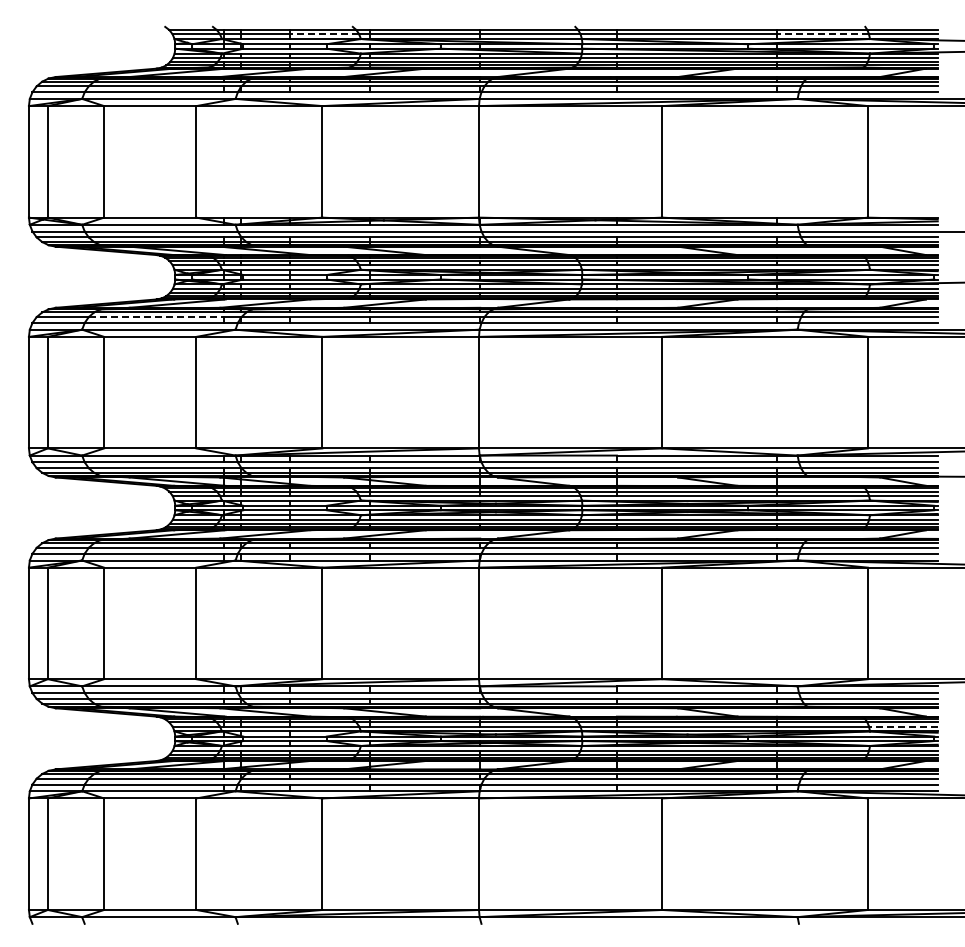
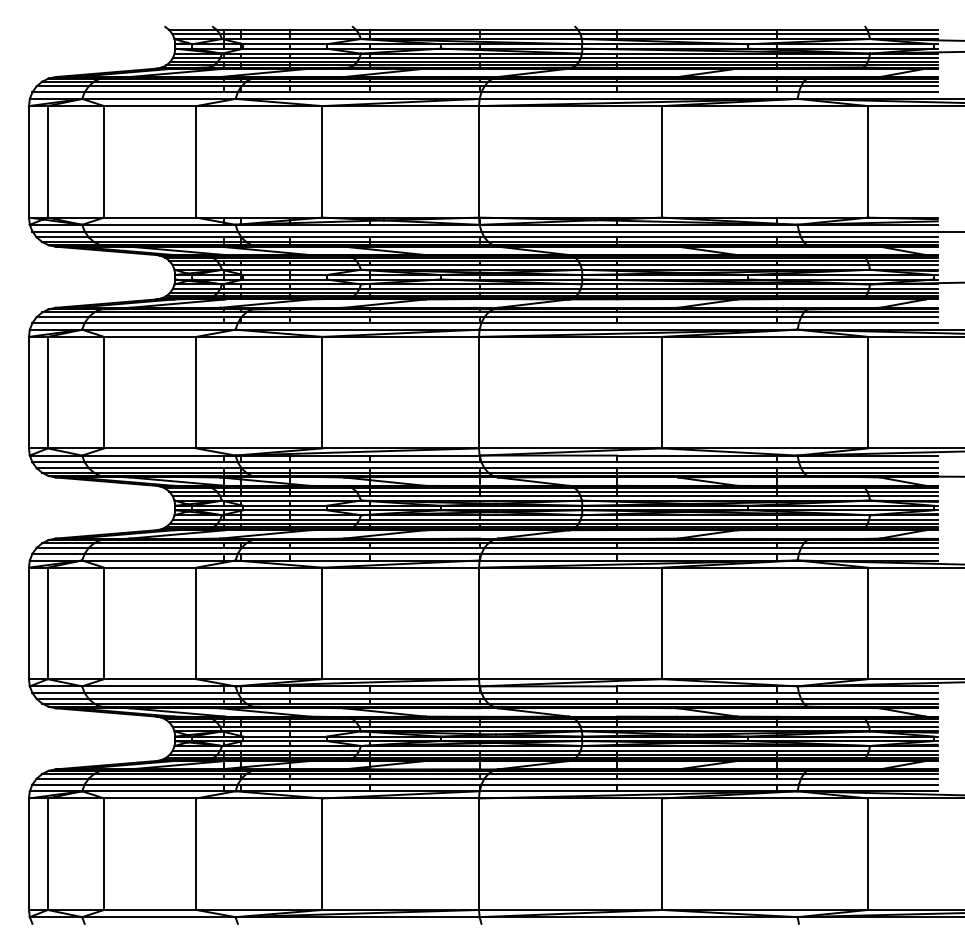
line at (324, 34): dashed -> solid
line at (822, 34): dashed -> solid
line at (156, 317): dashed -> solid
line at (902, 726): dashed -> solid
